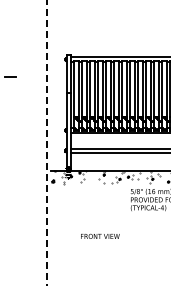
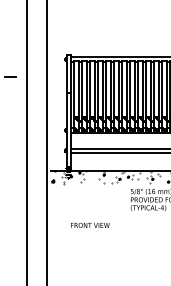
line at (26, 142): none -> present
line at (47, 143): dashed -> solid
text at (100, 235) position: (100, 235) -> (90, 224)
